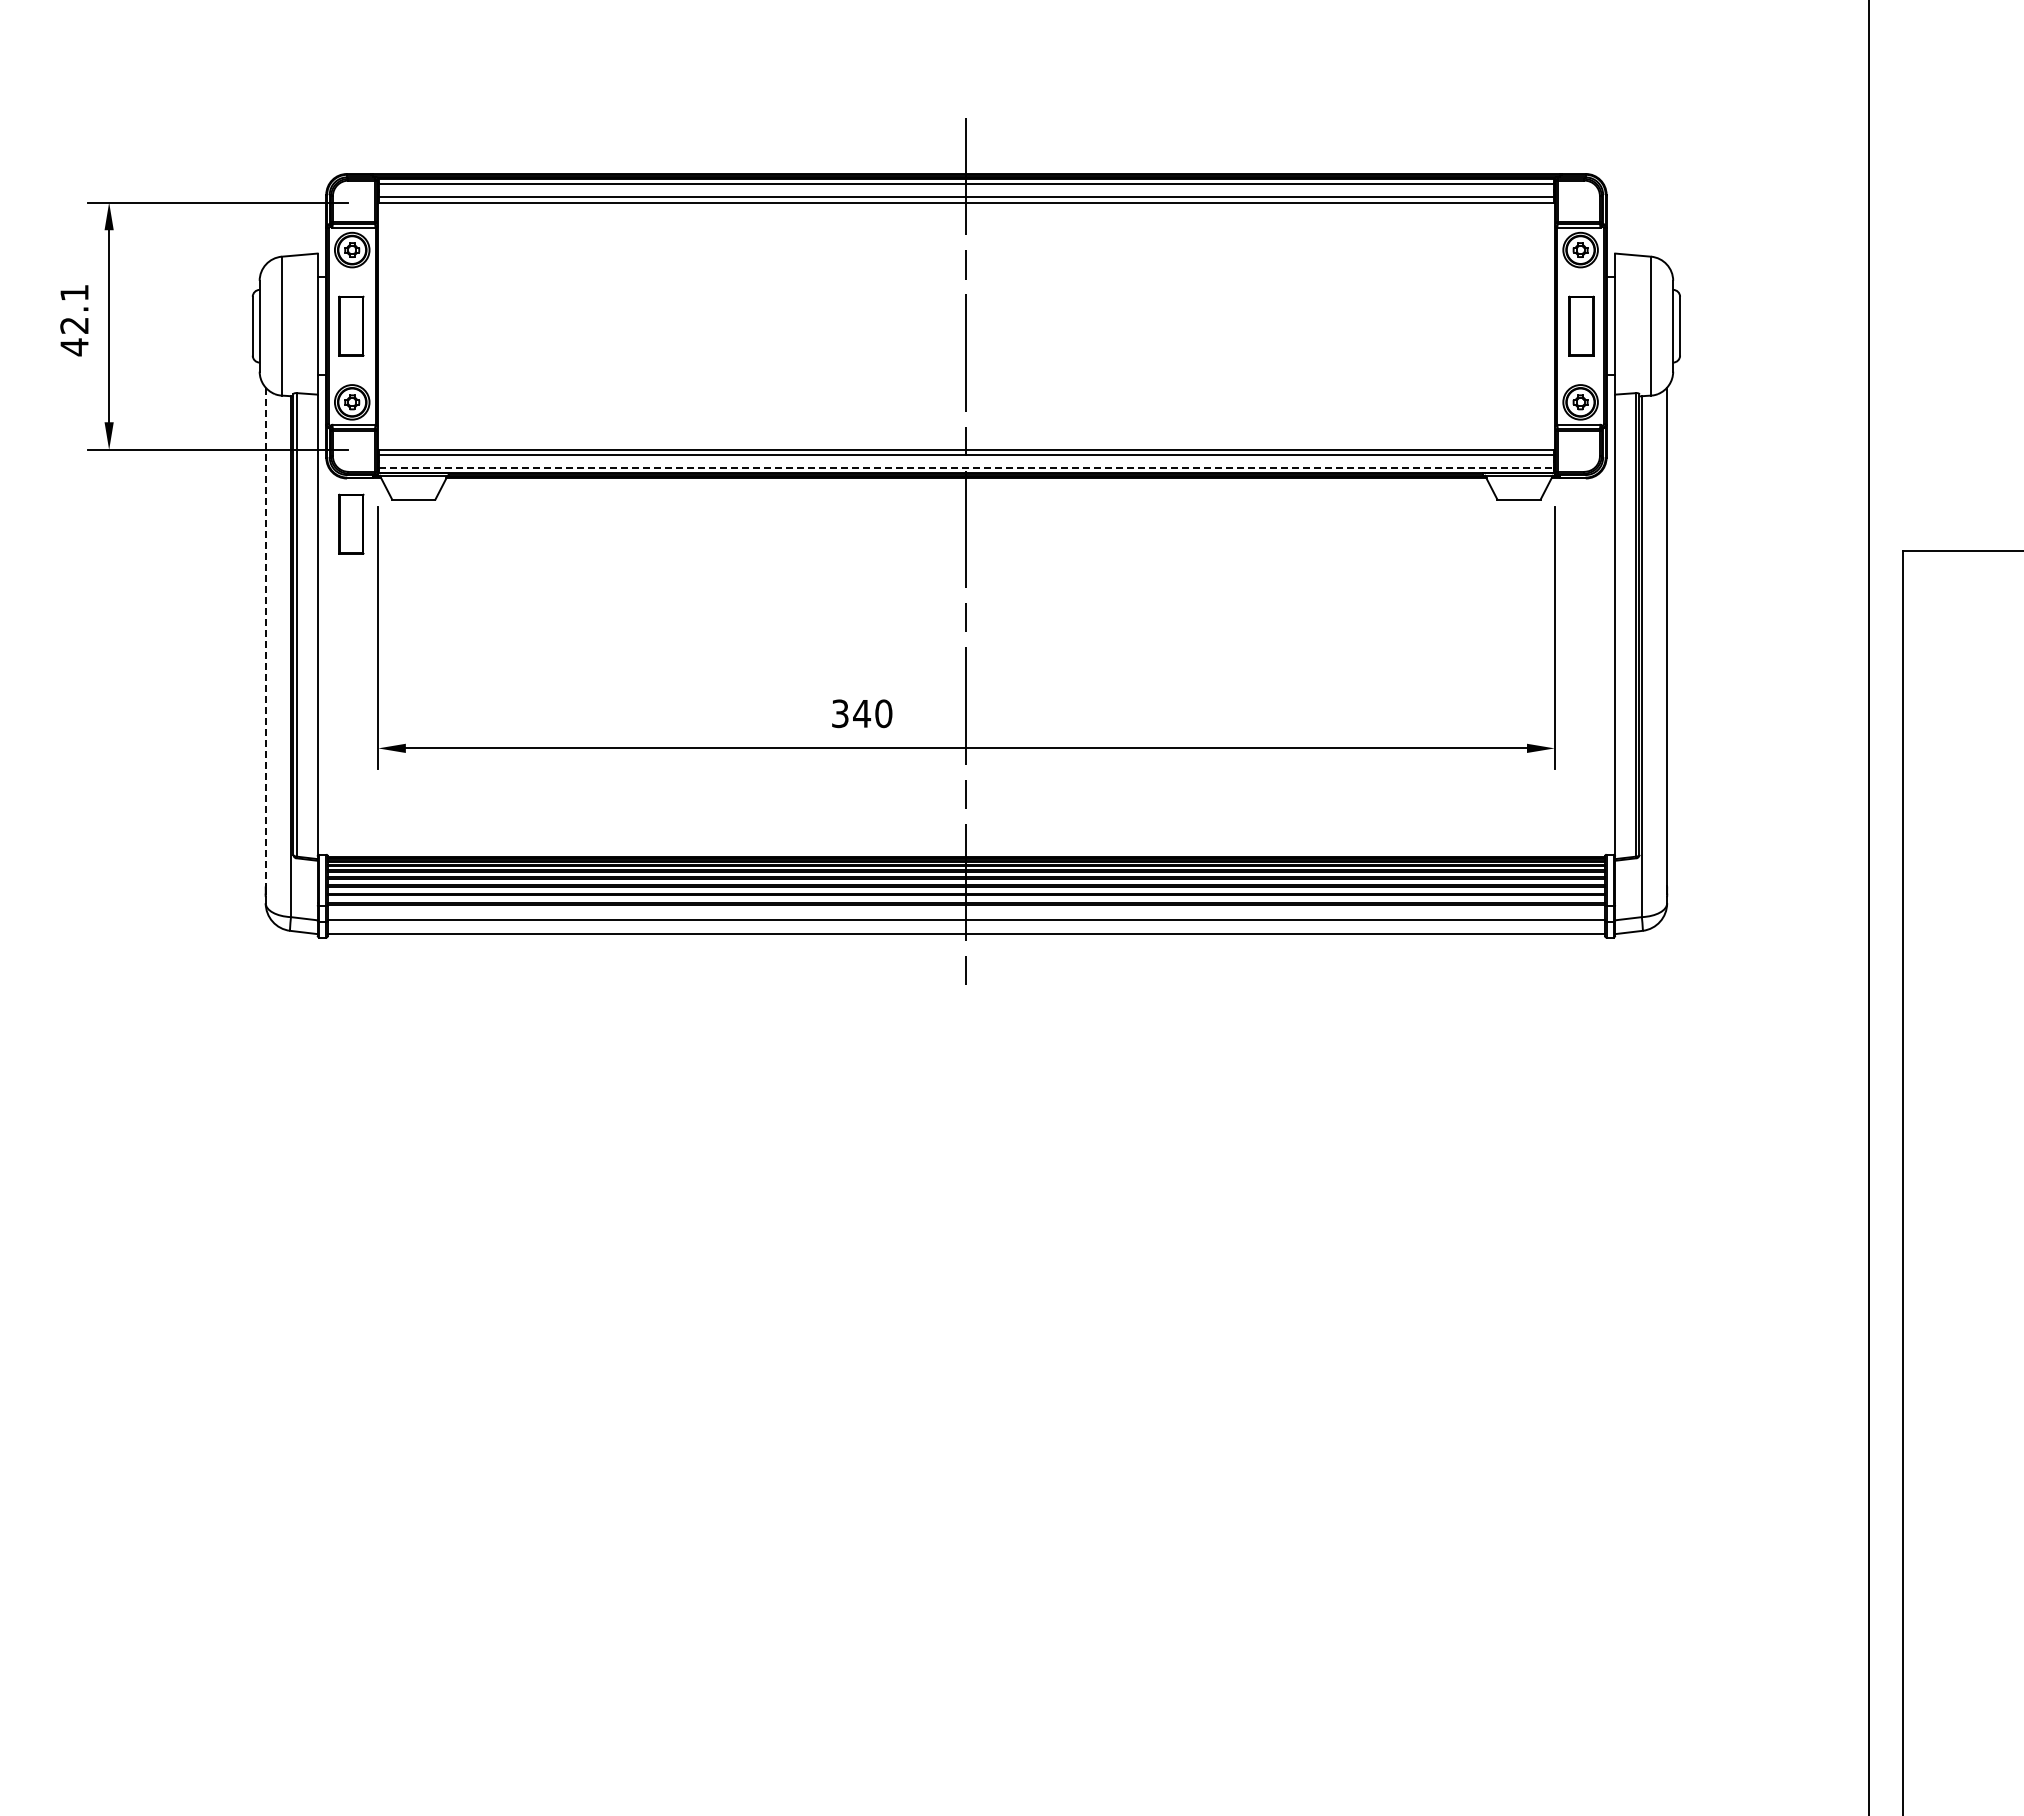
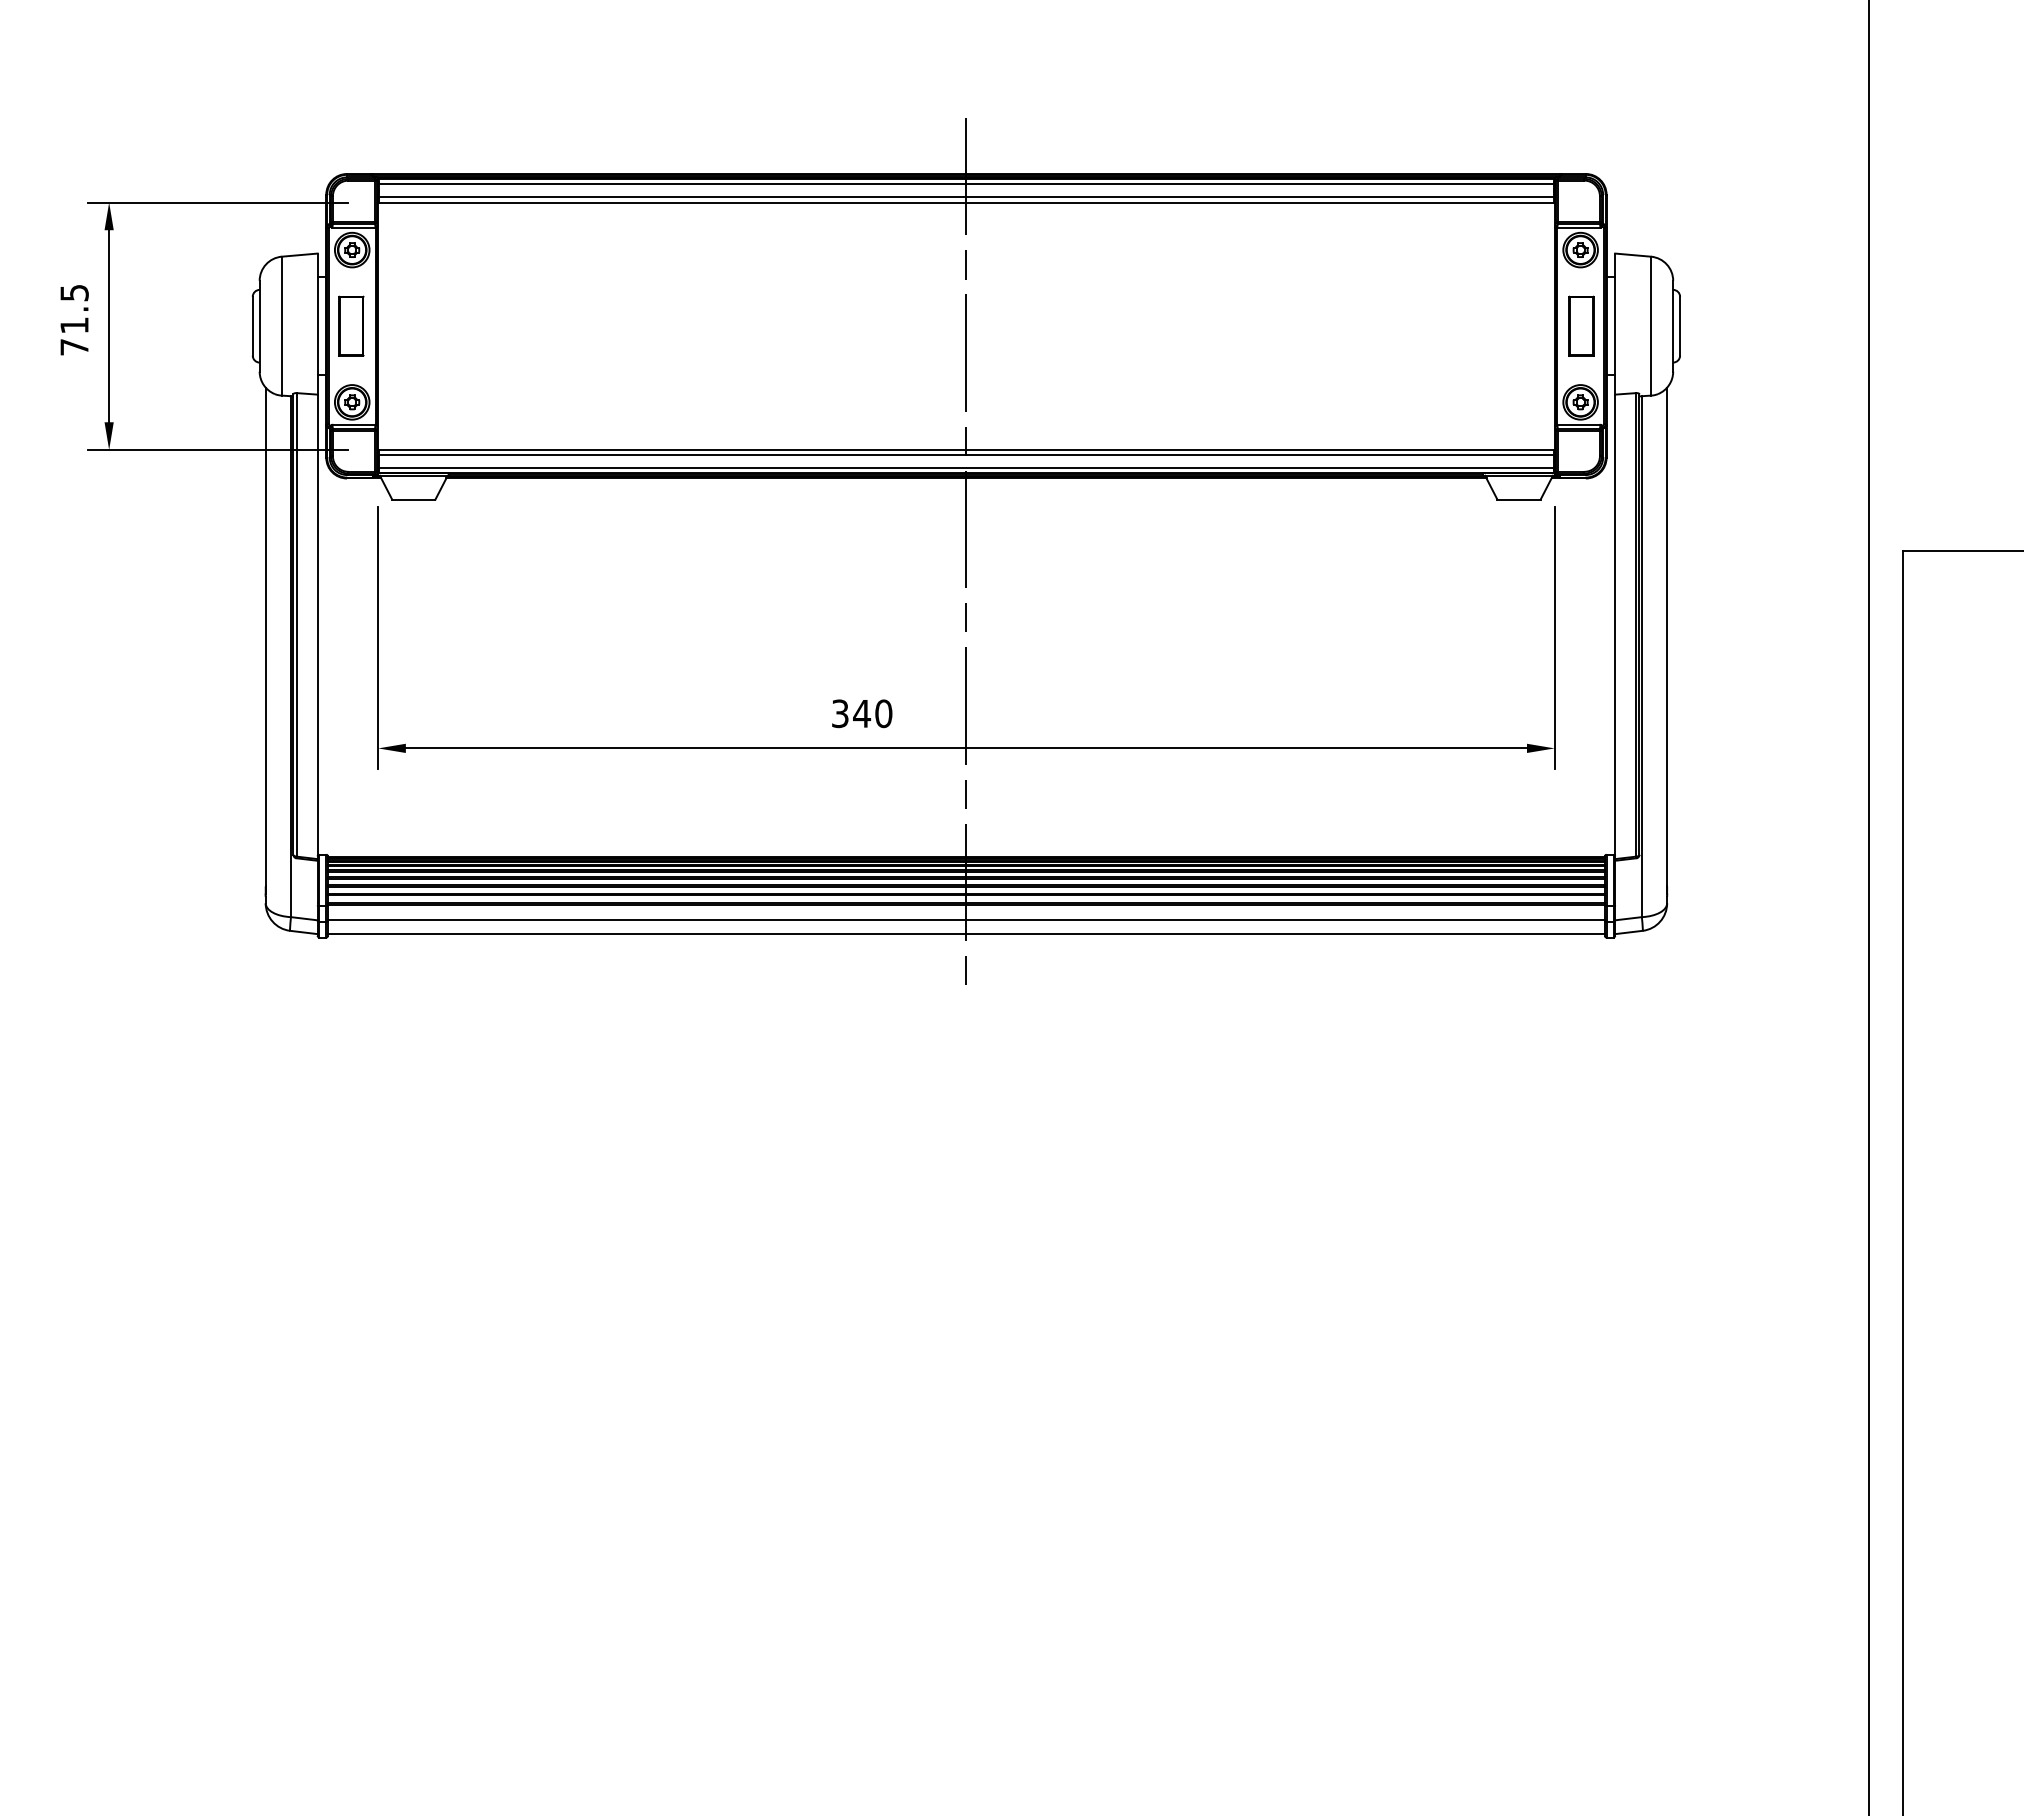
text at (74, 320): 42.1 -> 71.5
line at (966, 468): dashed -> solid
part at (351, 523): present -> none
line at (265, 637): dashed -> solid
